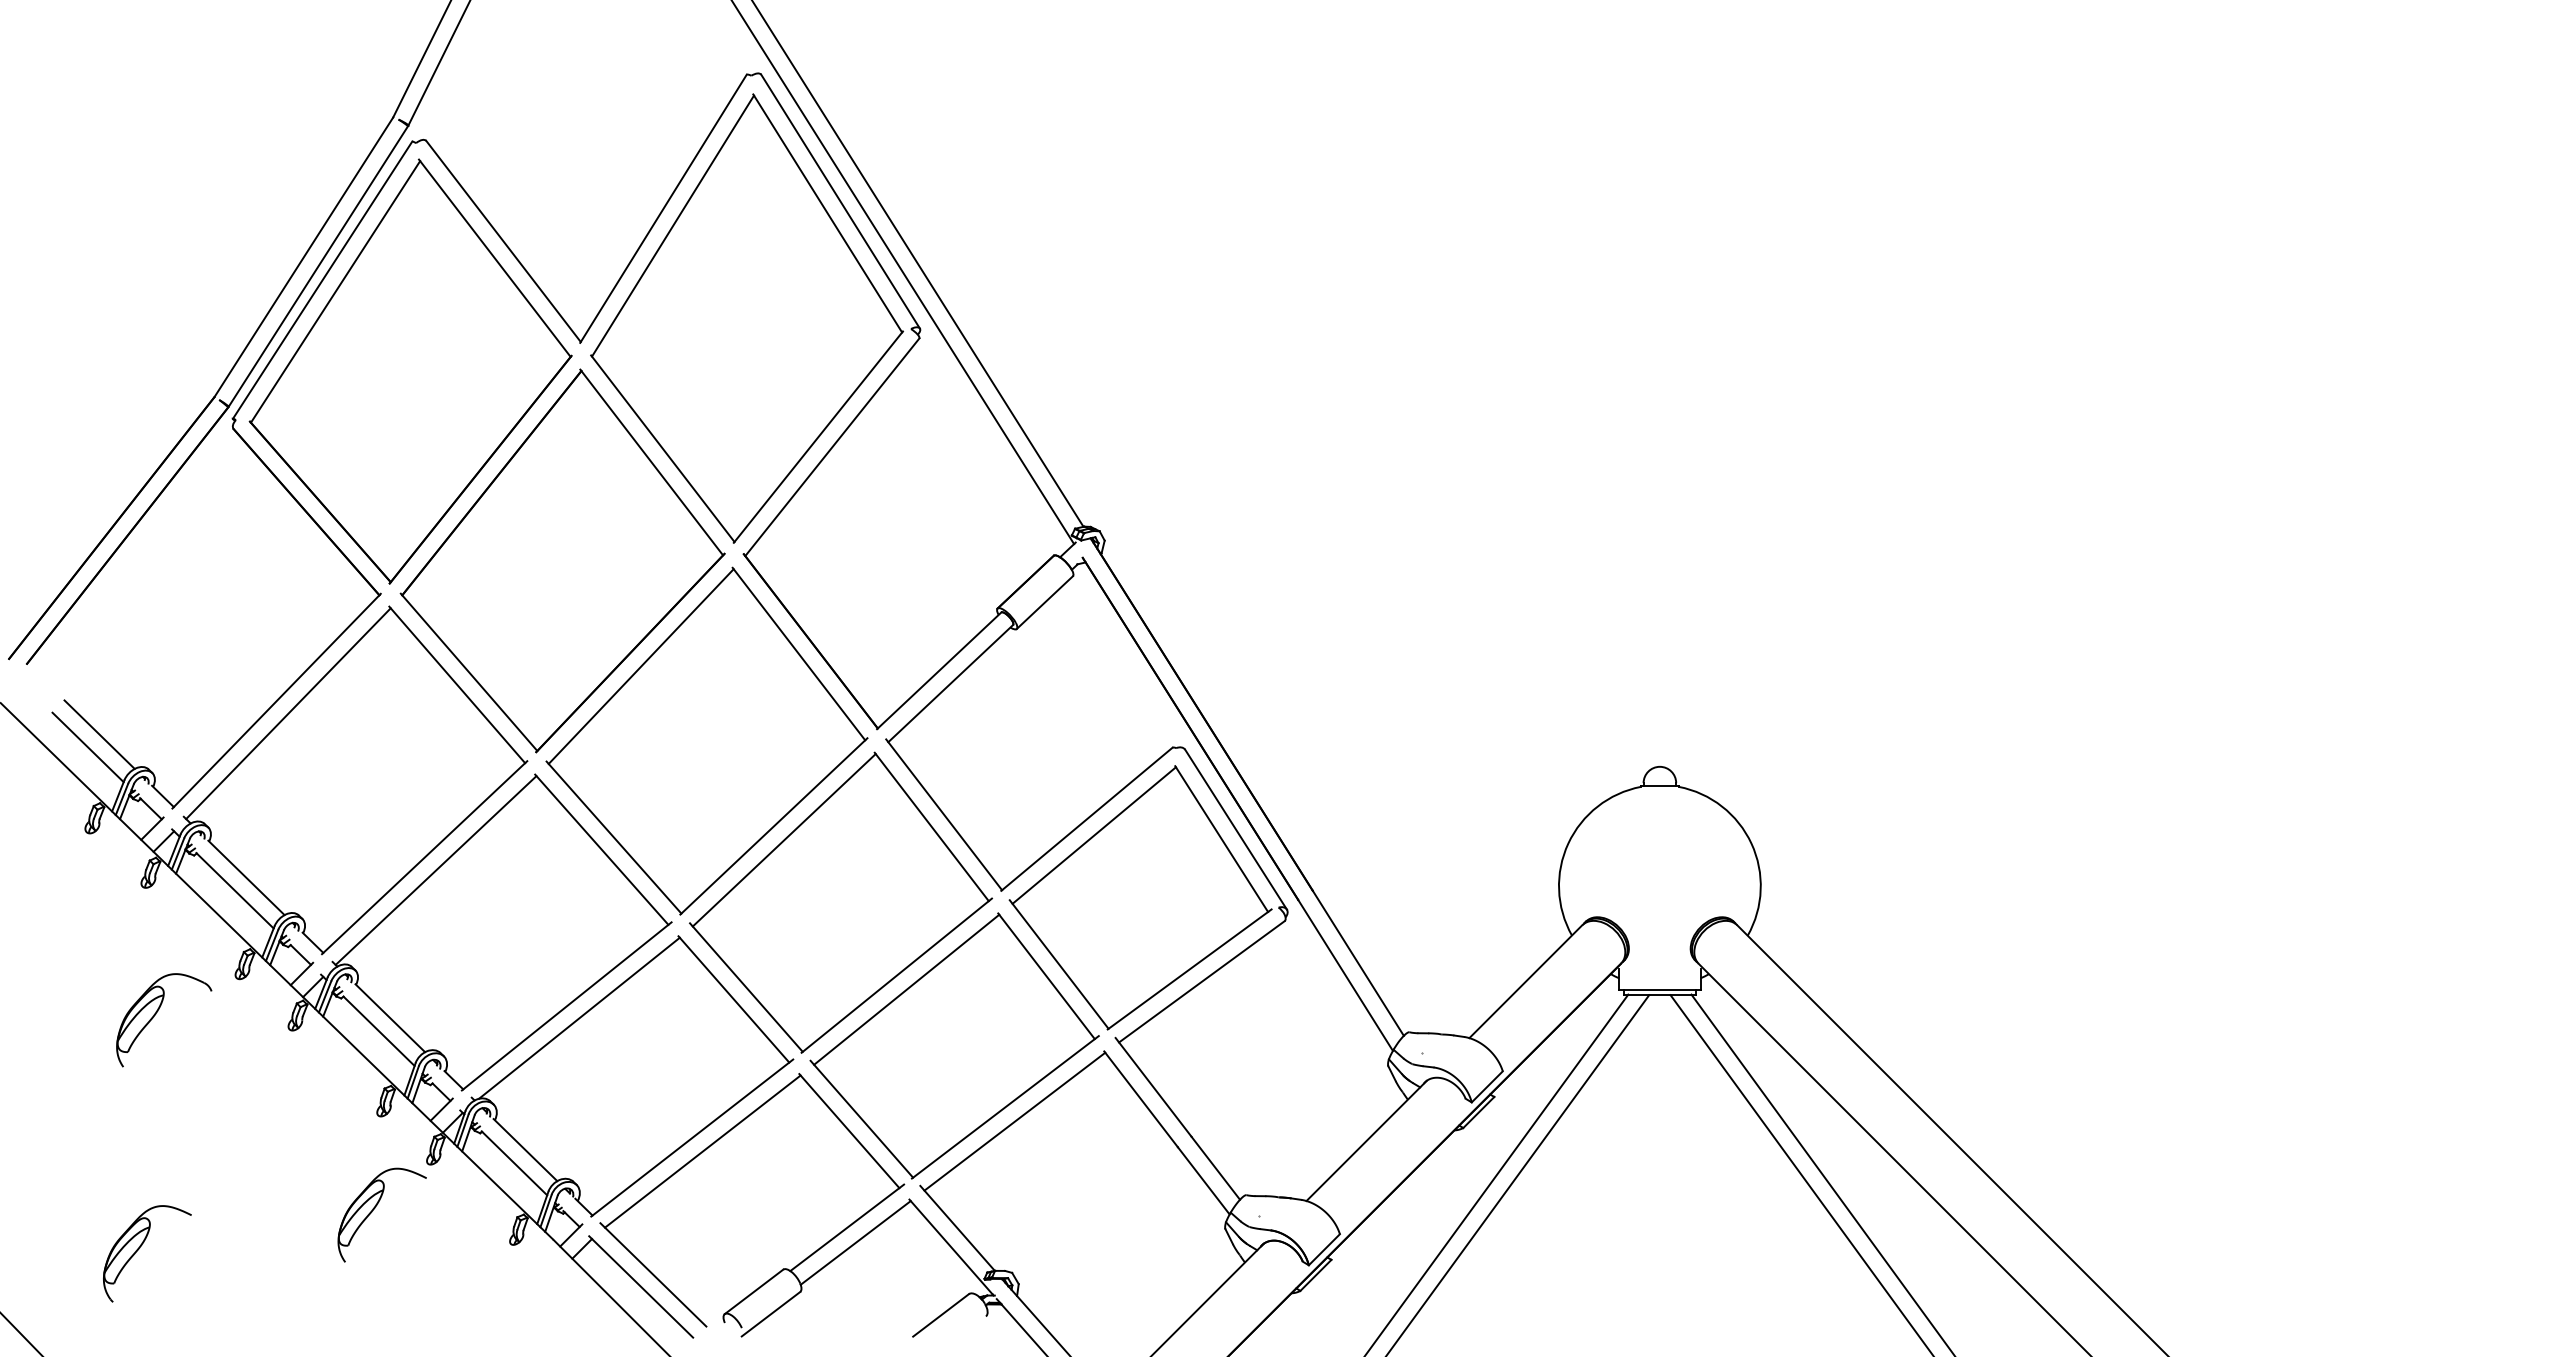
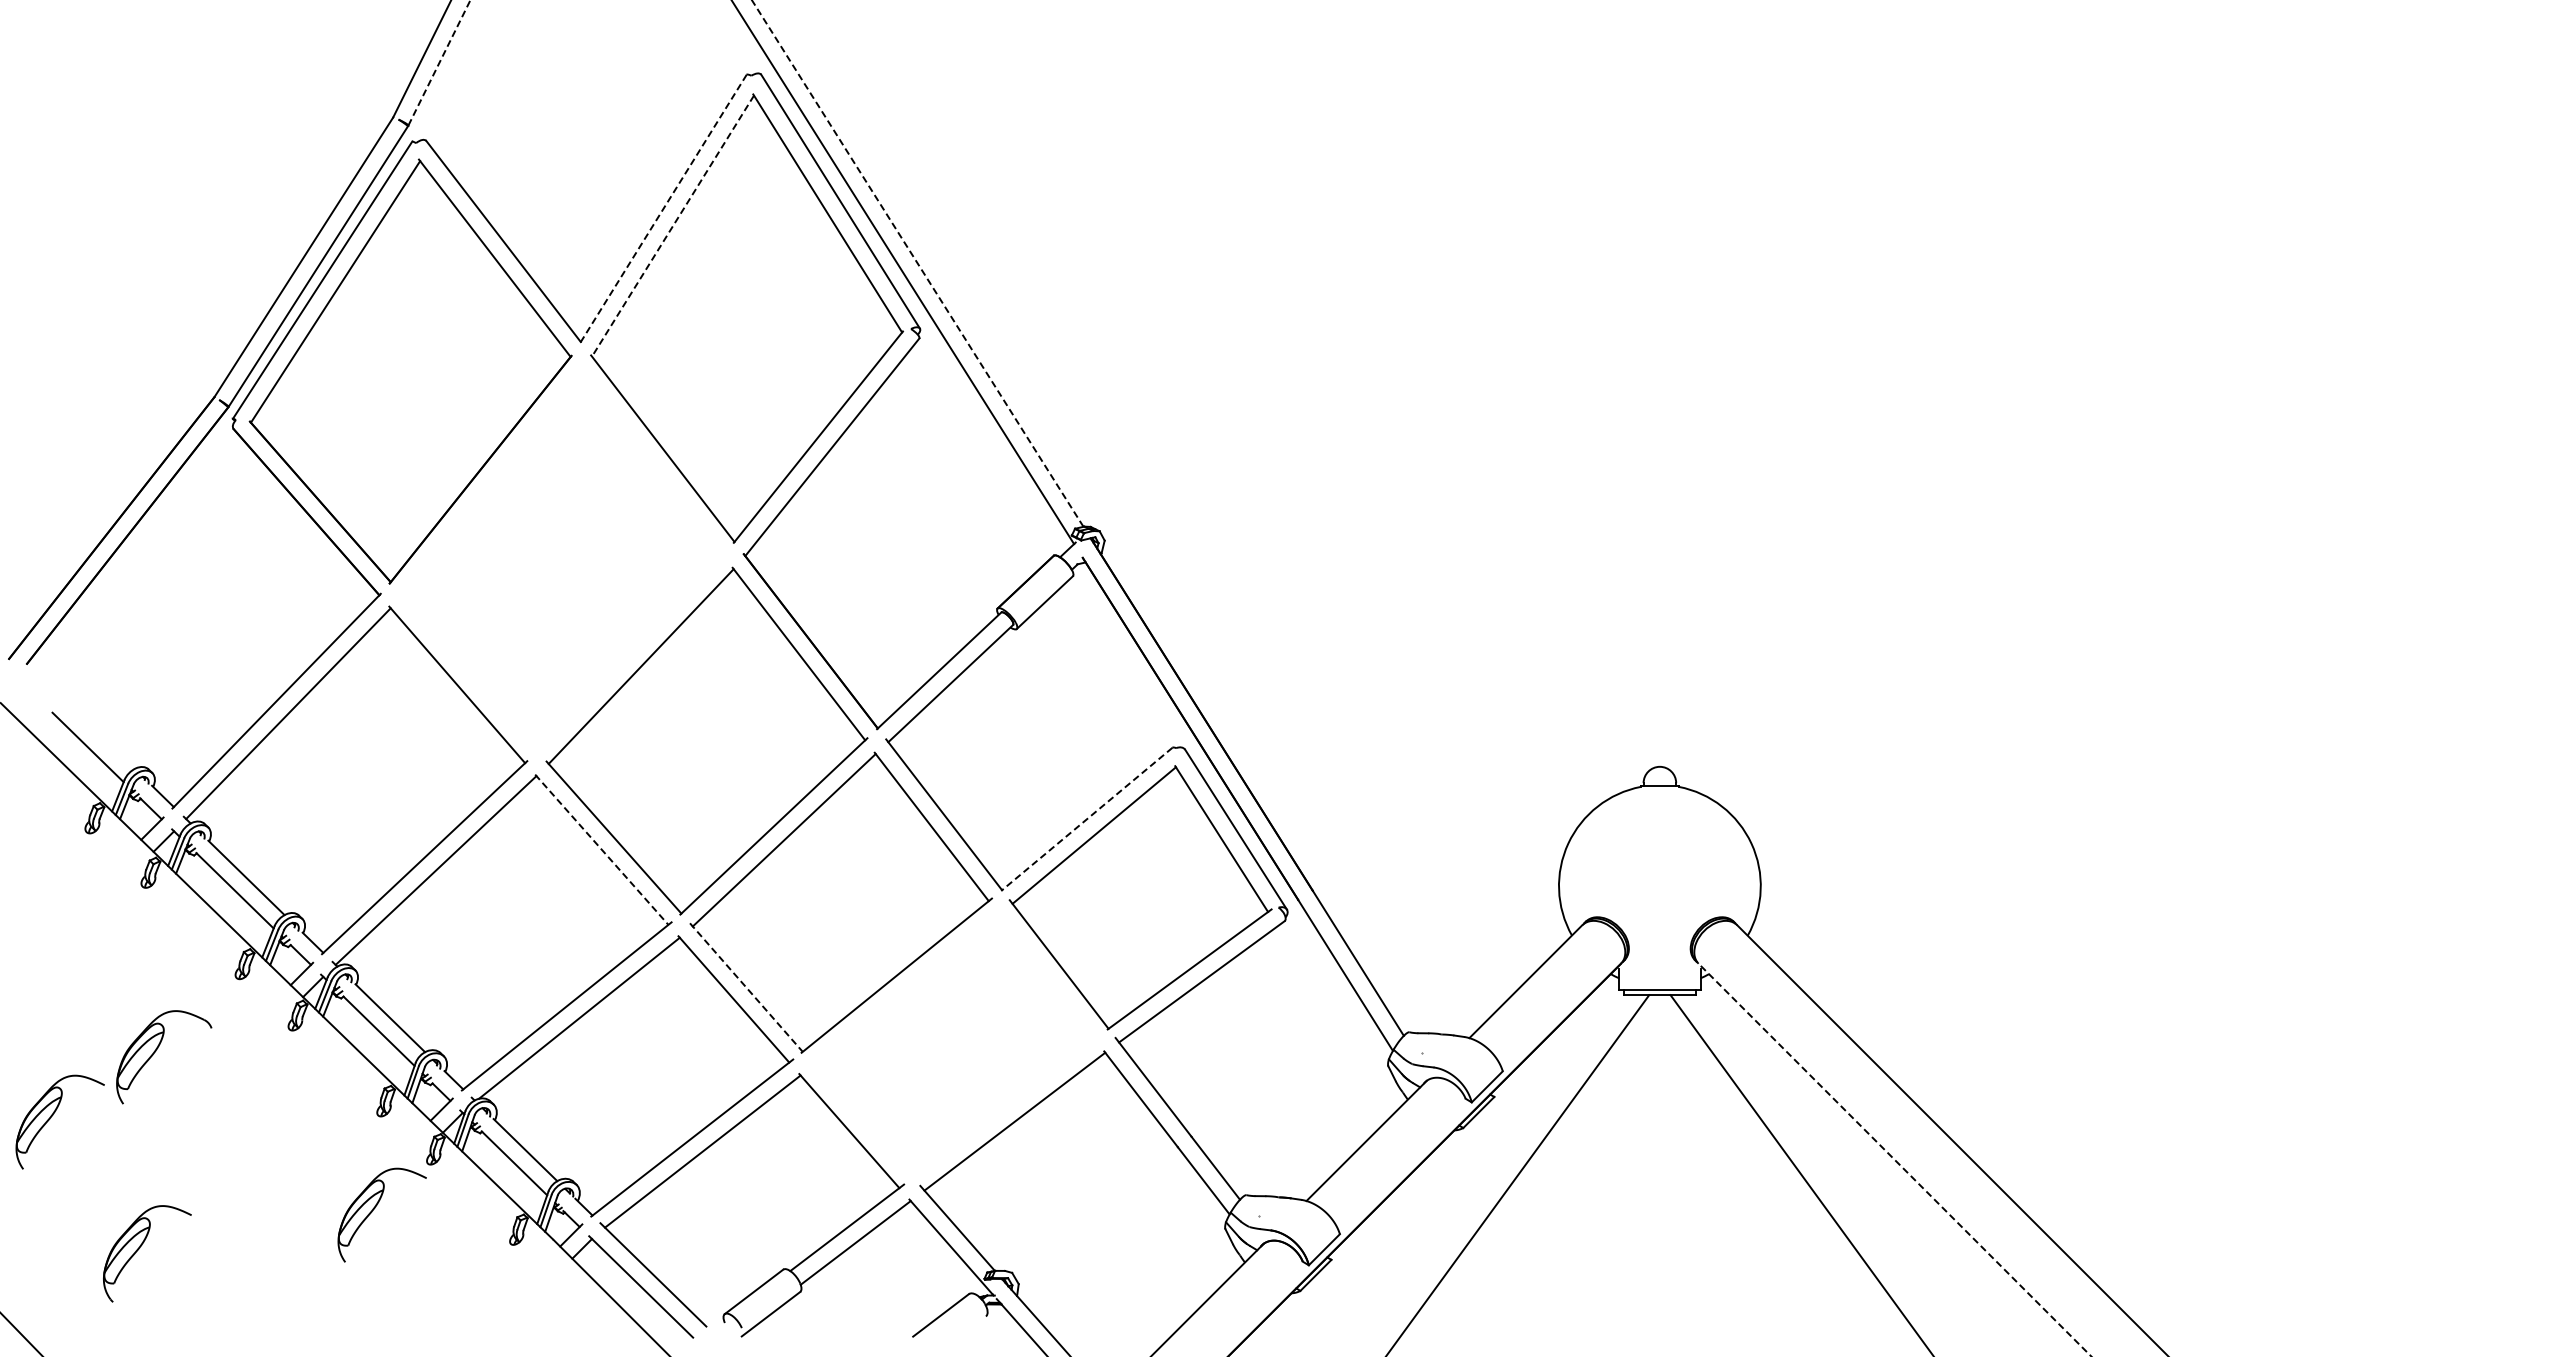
line at (439, 62): solid -> dashed
line at (663, 208): solid -> dashed
line at (673, 226): solid -> dashed
line at (917, 263): solid -> dashed
part at (562, 560): present -> none
line at (99, 734): present -> none
line at (1086, 819): solid -> dashed
line at (602, 850): solid -> dashed
line at (746, 987): solid -> dashed
part at (156, 1014) position: (156, 1014) -> (156, 1051)
part at (954, 1045): present -> none
part at (53, 1115): none -> present
line at (1895, 1160): solid -> dashed
line at (1497, 1173): present -> none
line at (1822, 1173): present -> none
